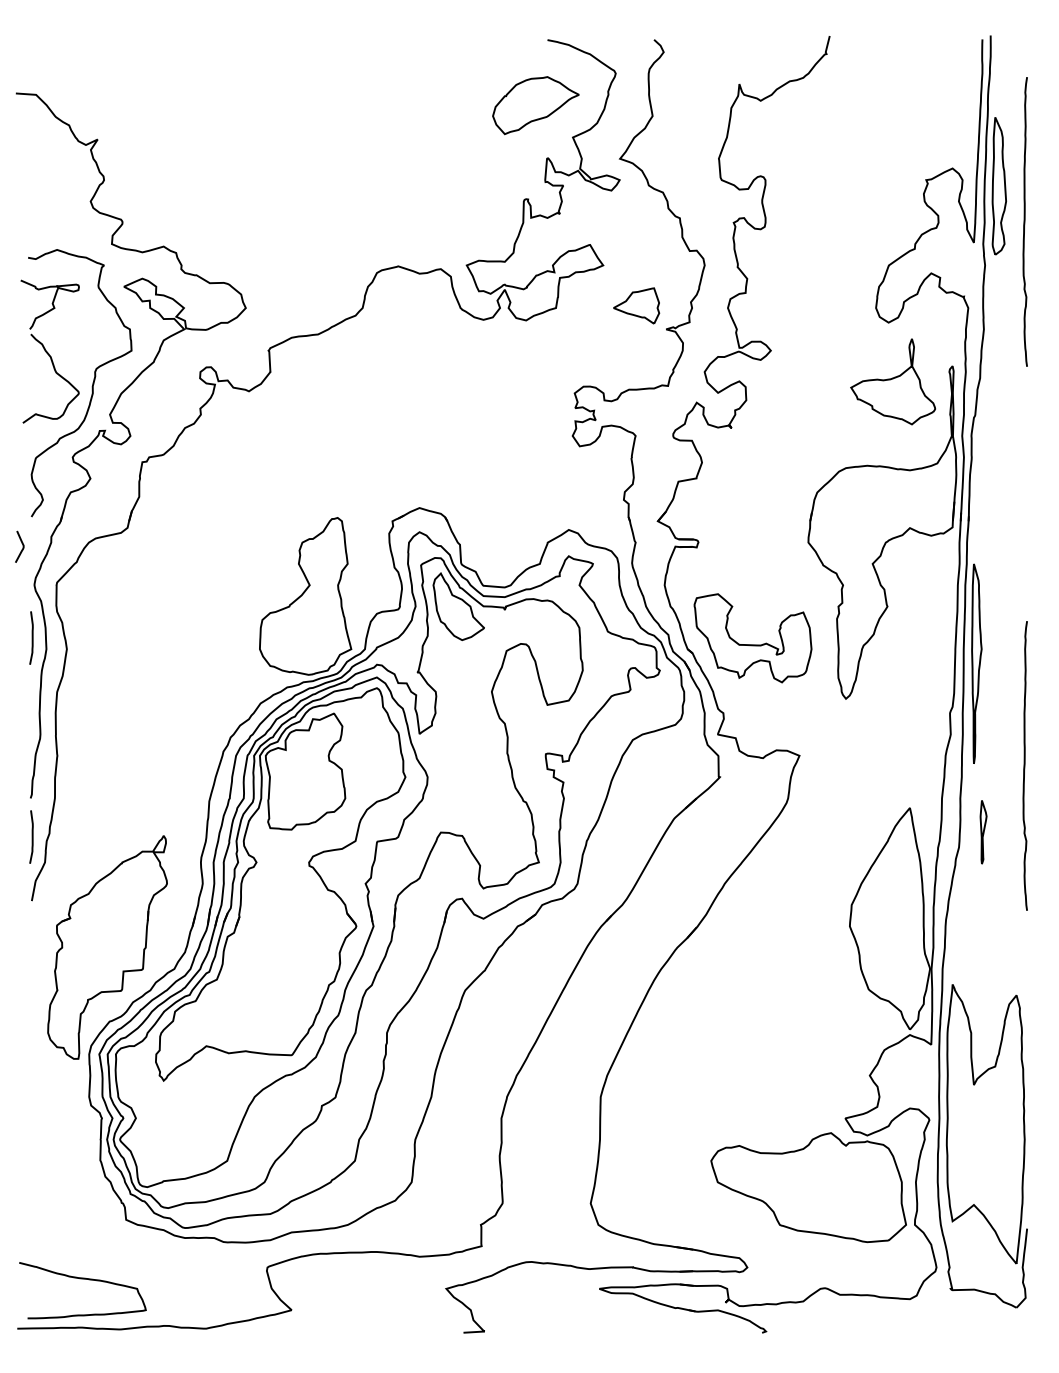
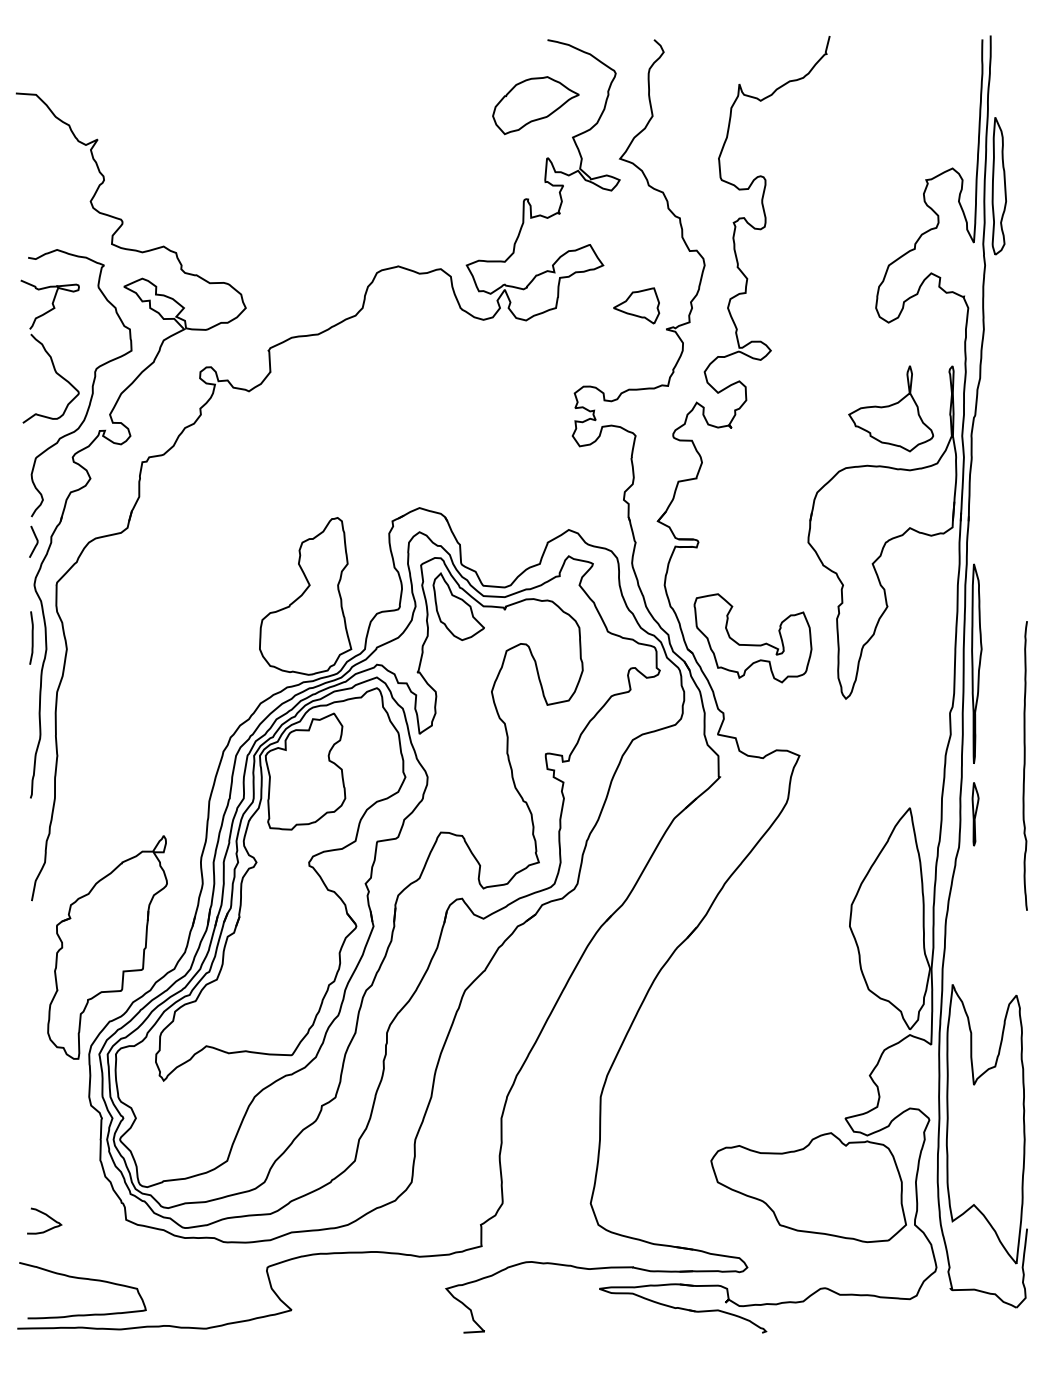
curve at (1024, 221): present -> none
part at (892, 381) position: (892, 381) -> (890, 408)
curve at (22, 546) position: (22, 546) -> (36, 541)
part at (983, 832) position: (983, 832) -> (975, 814)
curve at (31, 836): present -> none
curve at (47, 1216): none -> present
